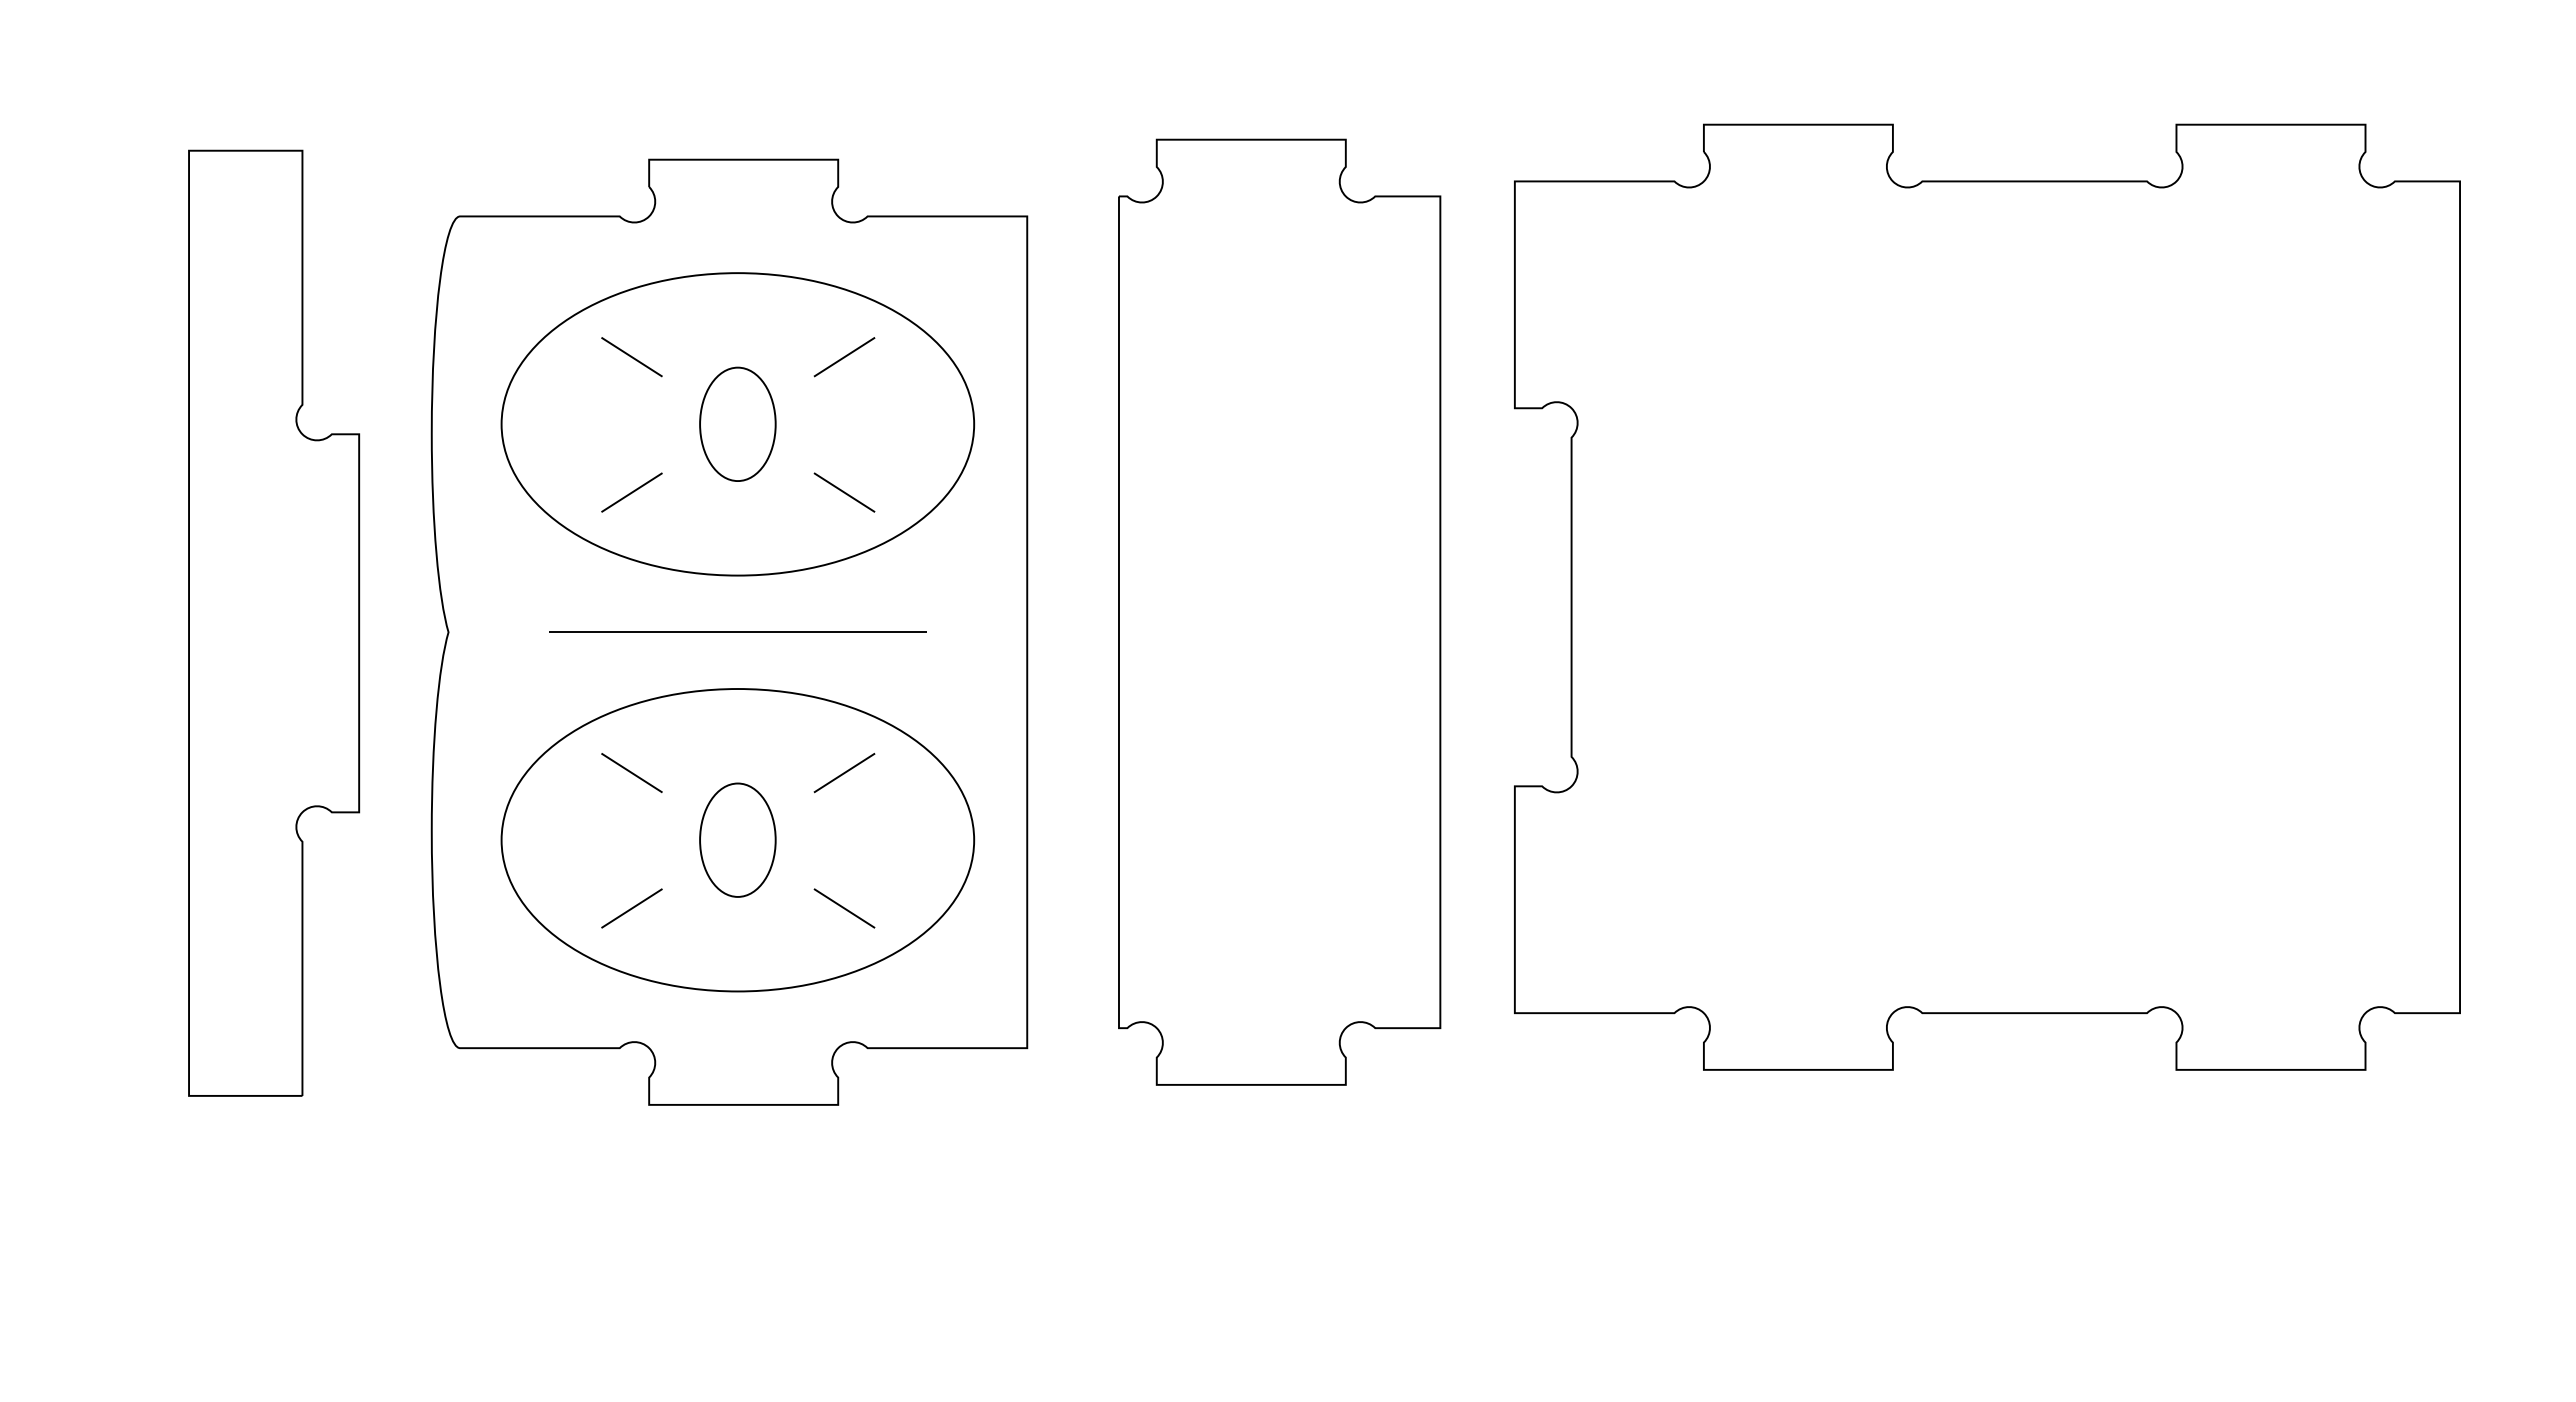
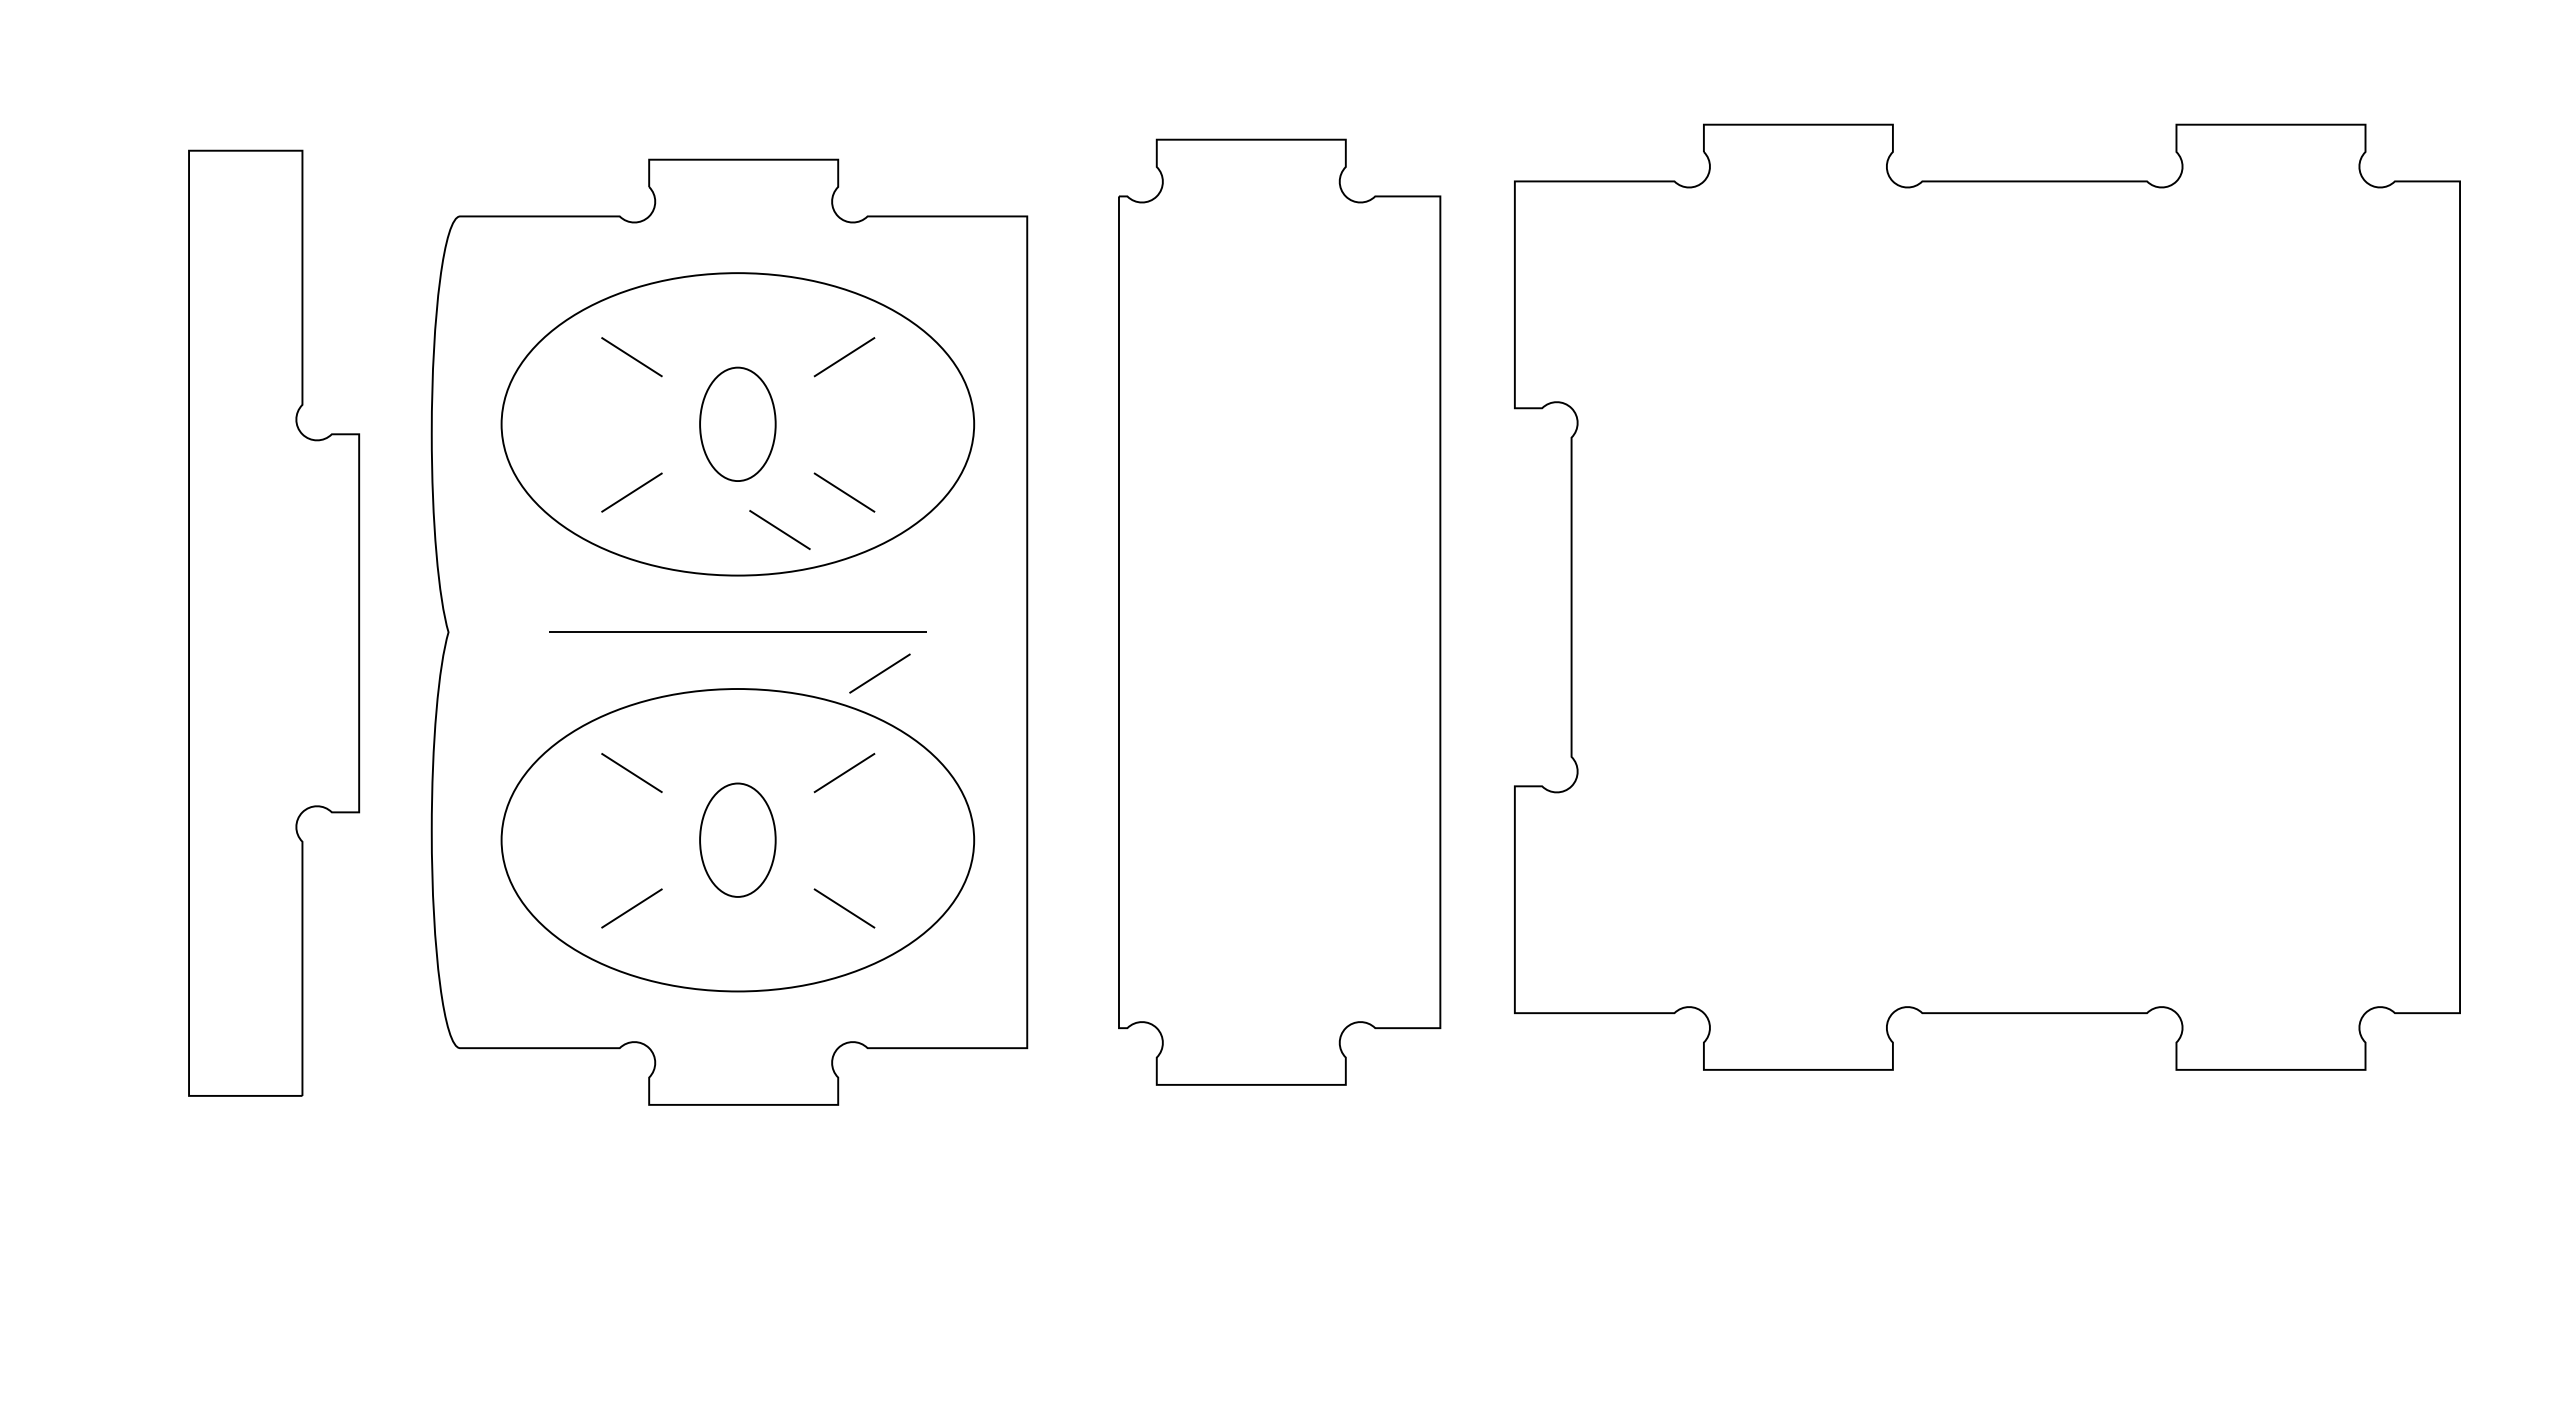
line at (779, 529): none -> present
line at (879, 673): none -> present
